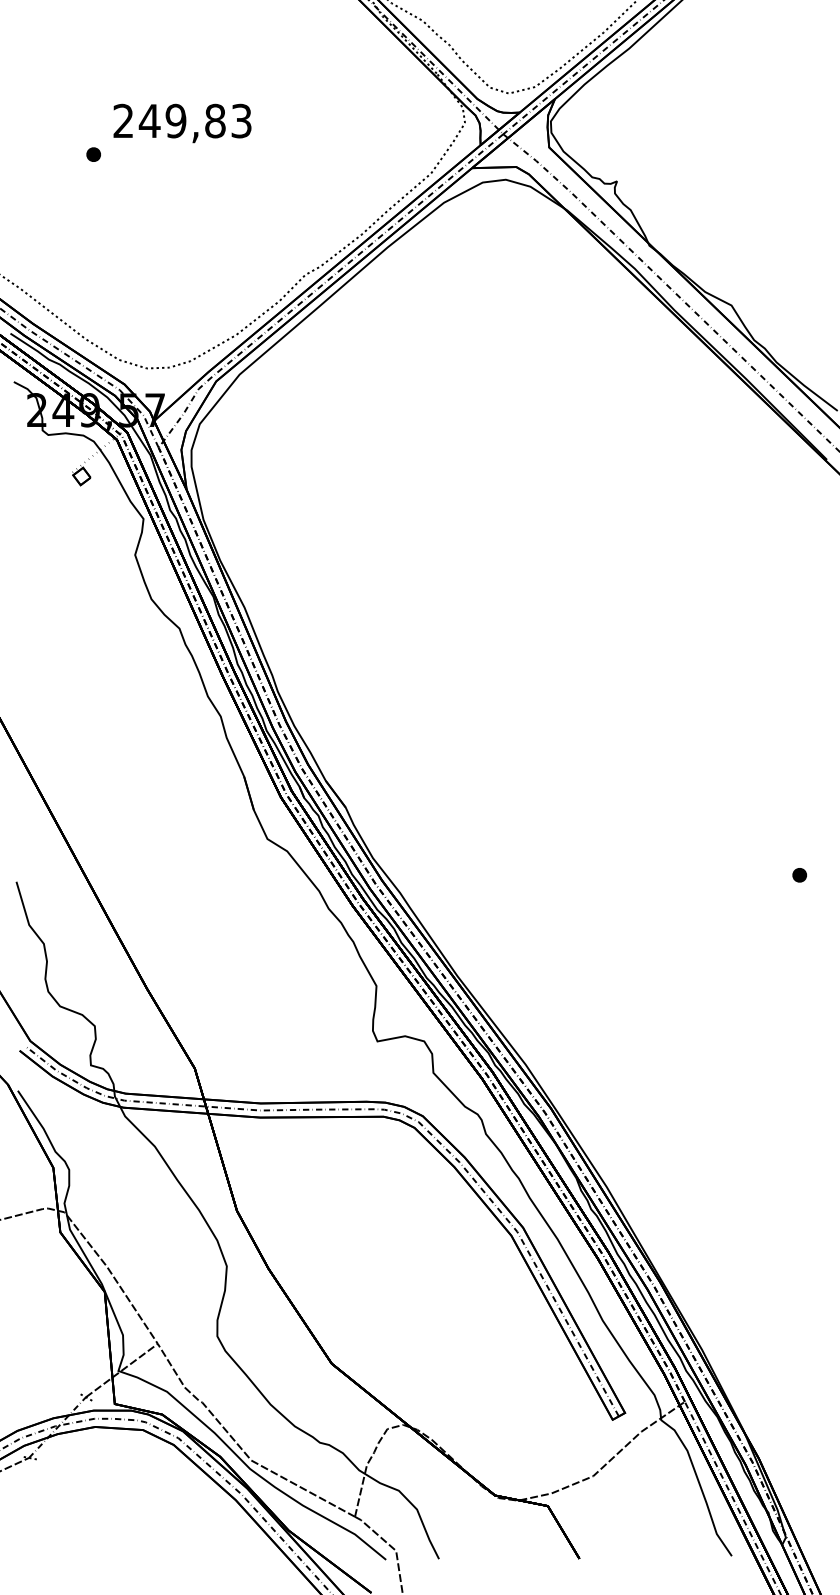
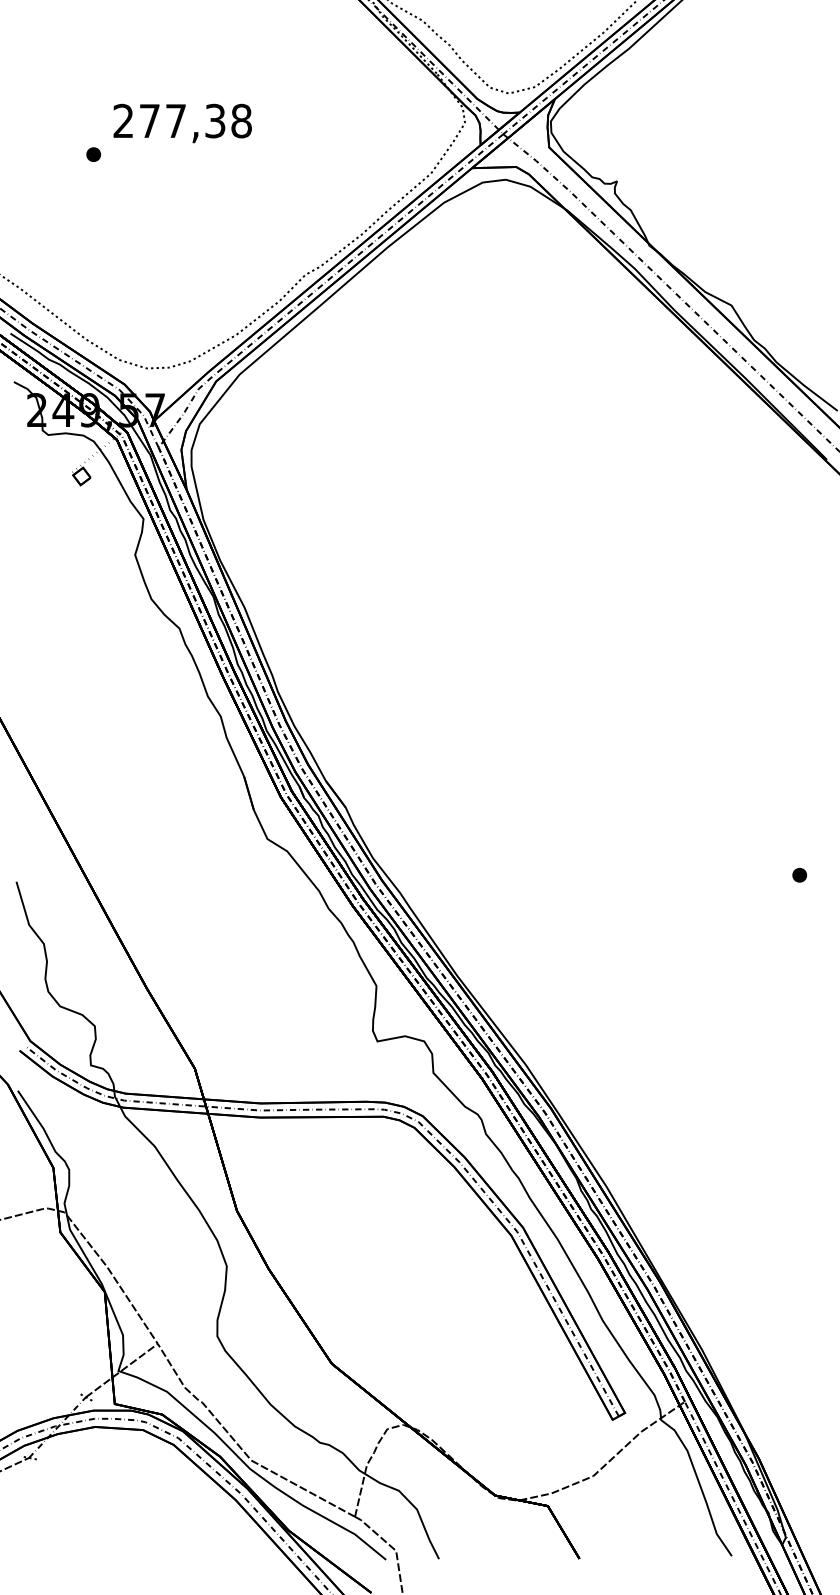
text at (194, 120): 249,83 -> 277,38
